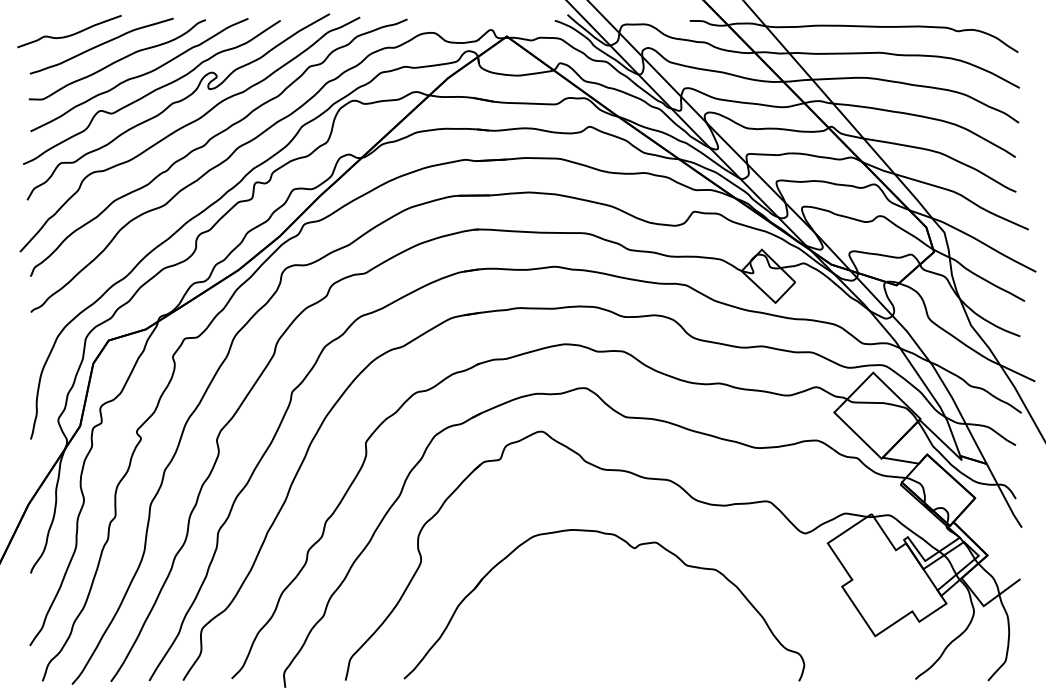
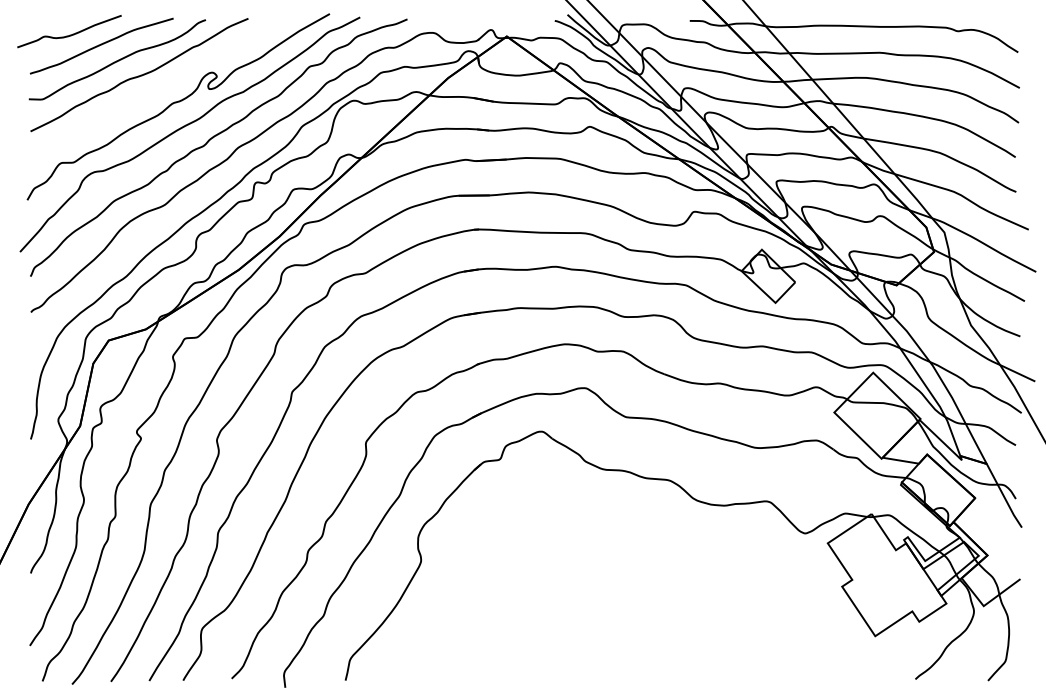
curve at (151, 92): present -> none
part at (632, 548): present -> none
